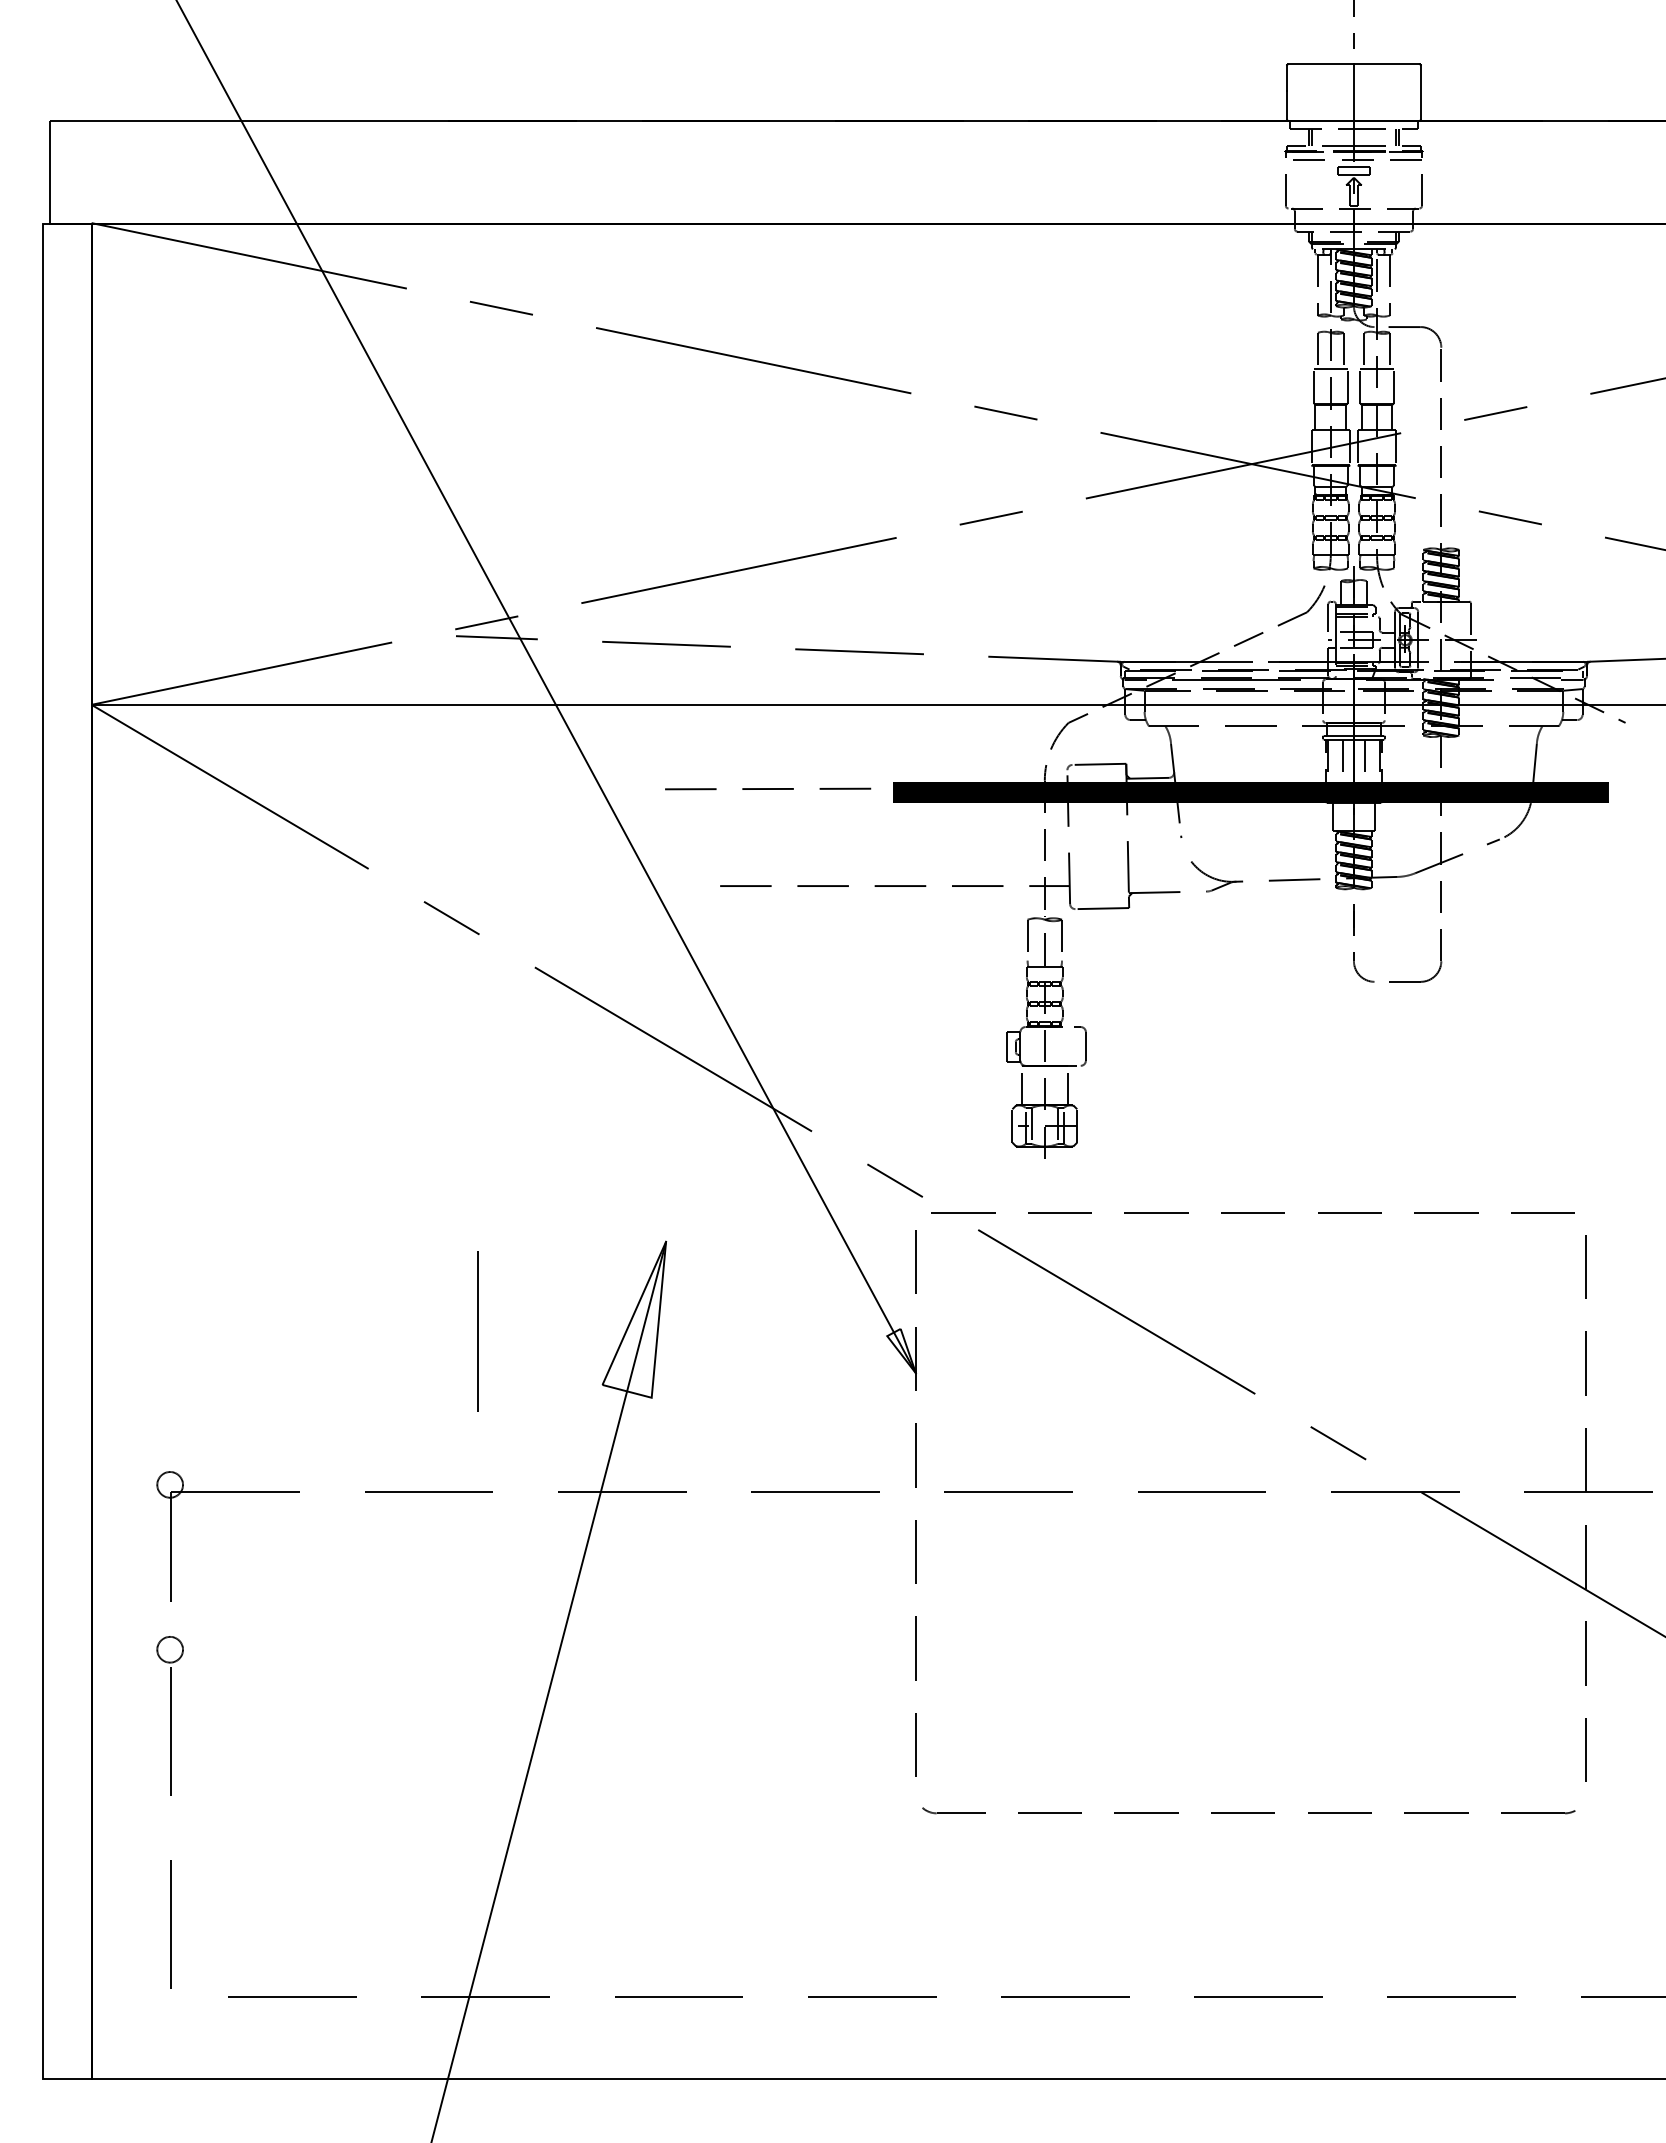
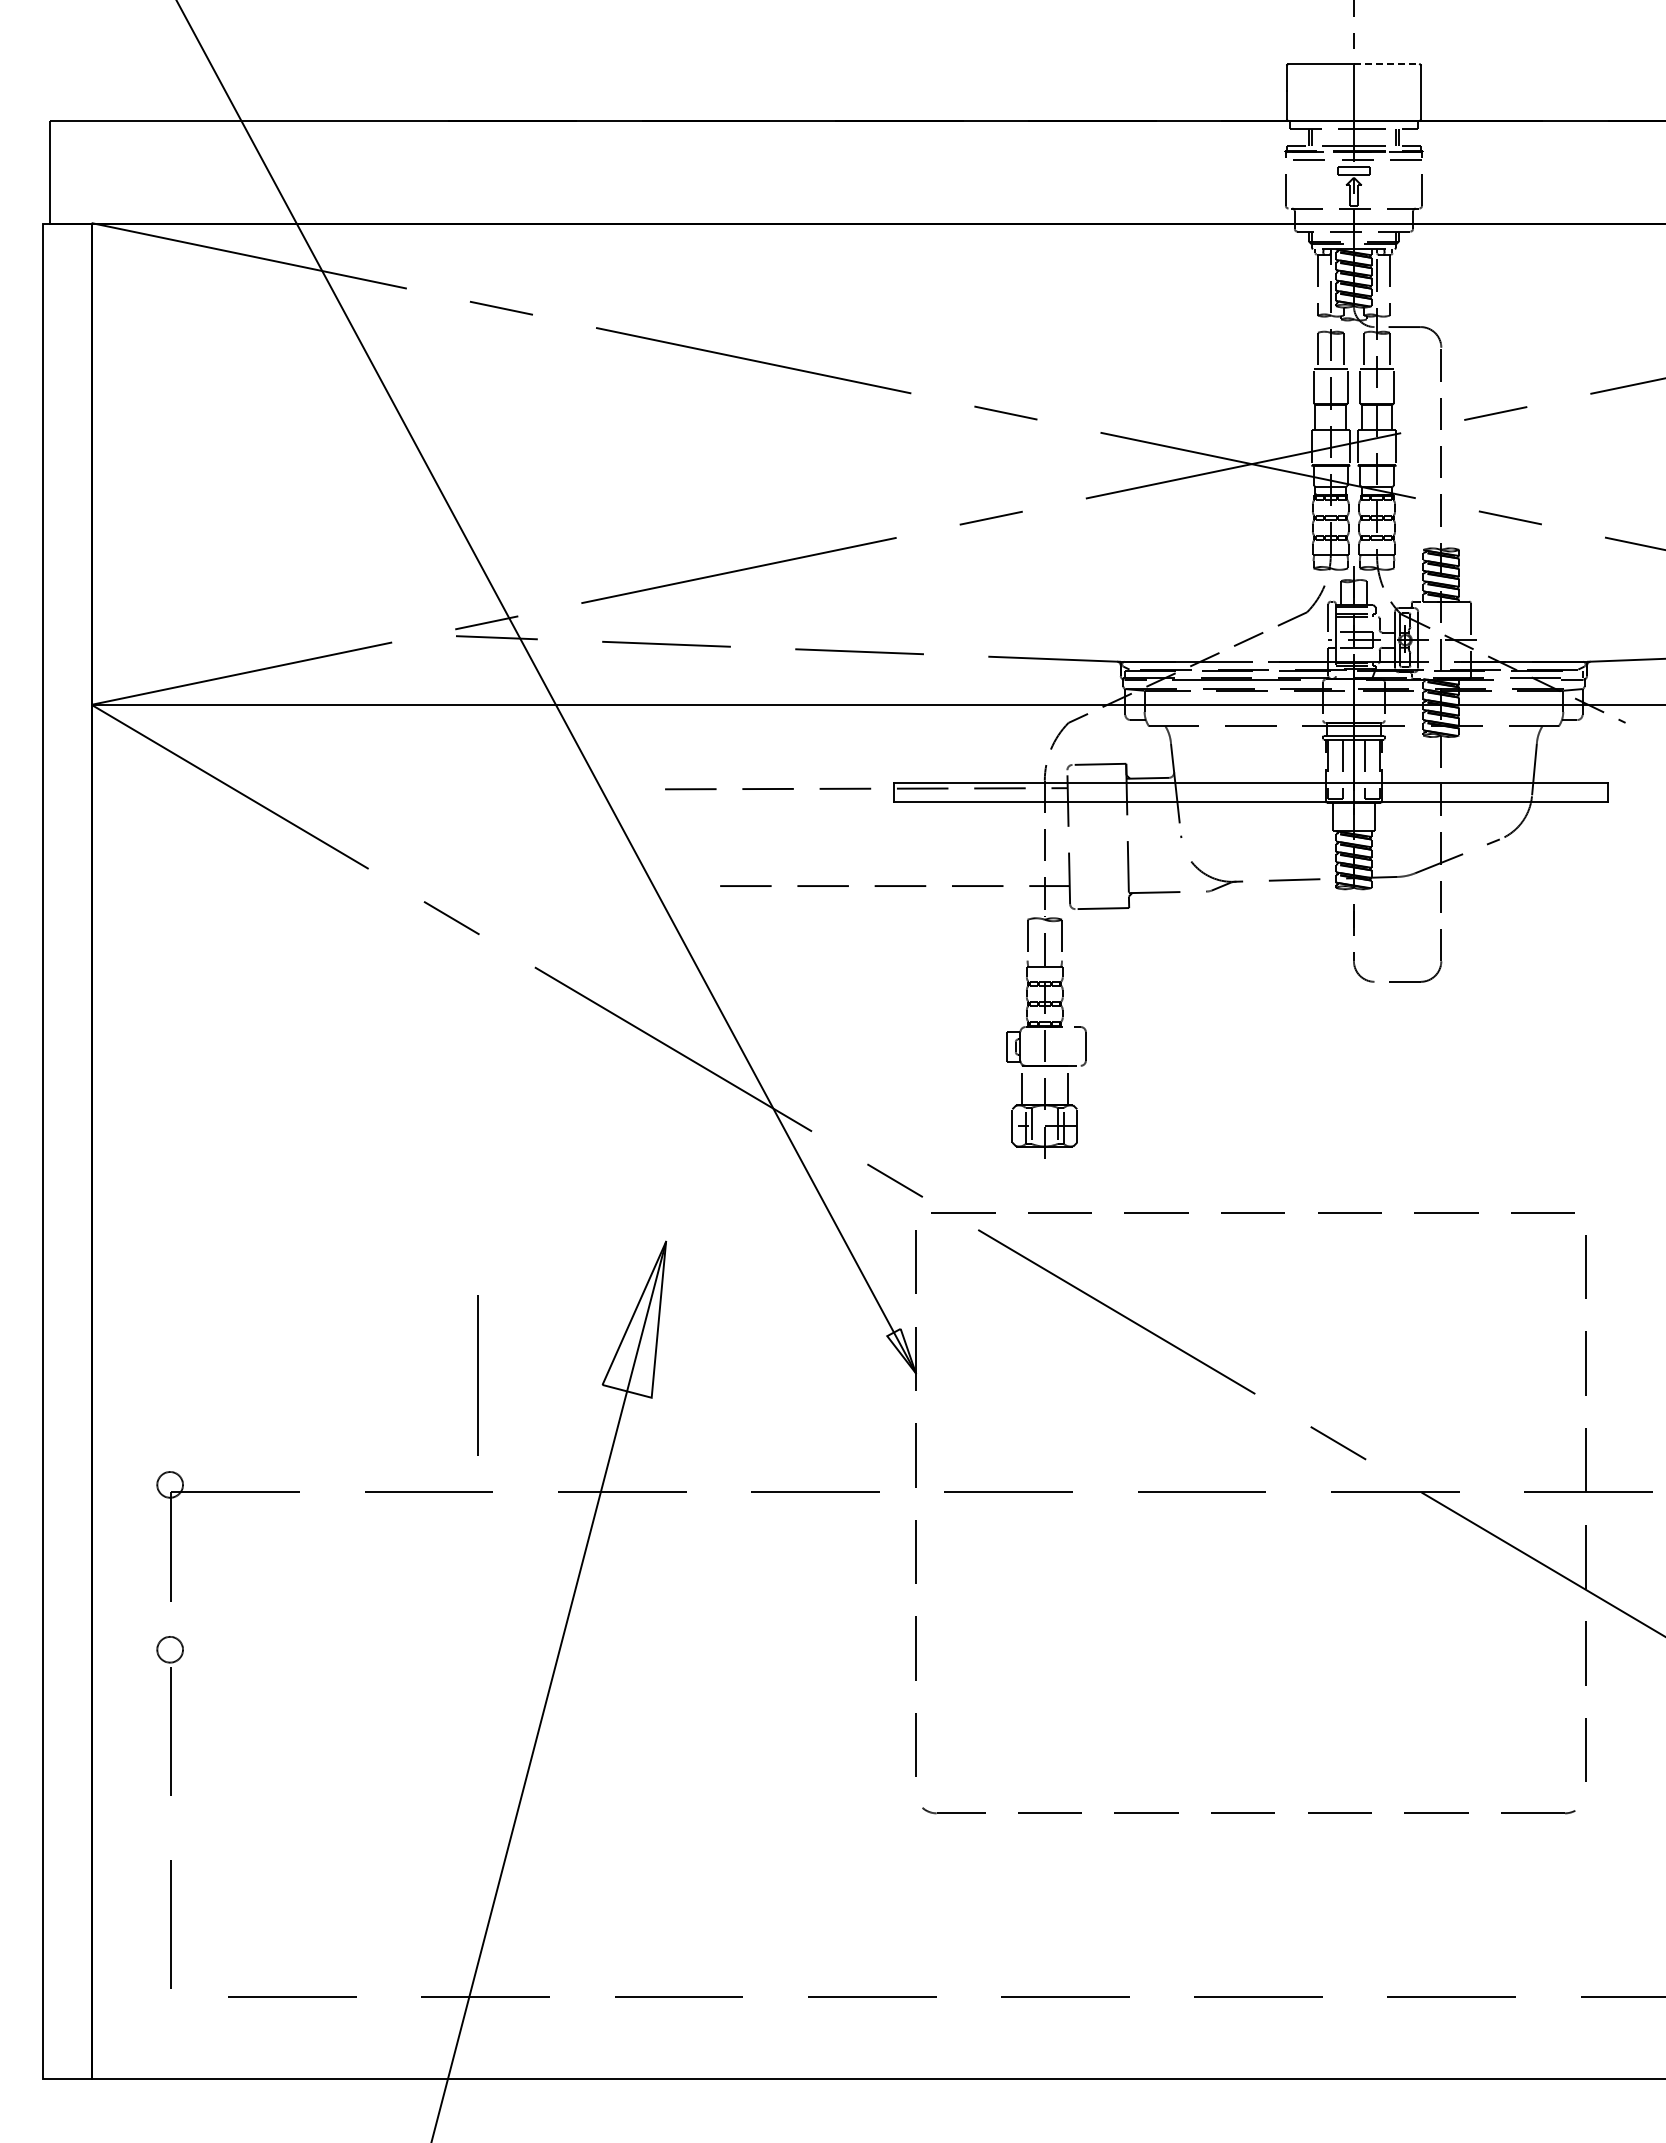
line at (1387, 64): solid -> dashed
hatch at (1250, 792): present -> none
line at (477, 1331) position: (477, 1331) -> (477, 1375)
